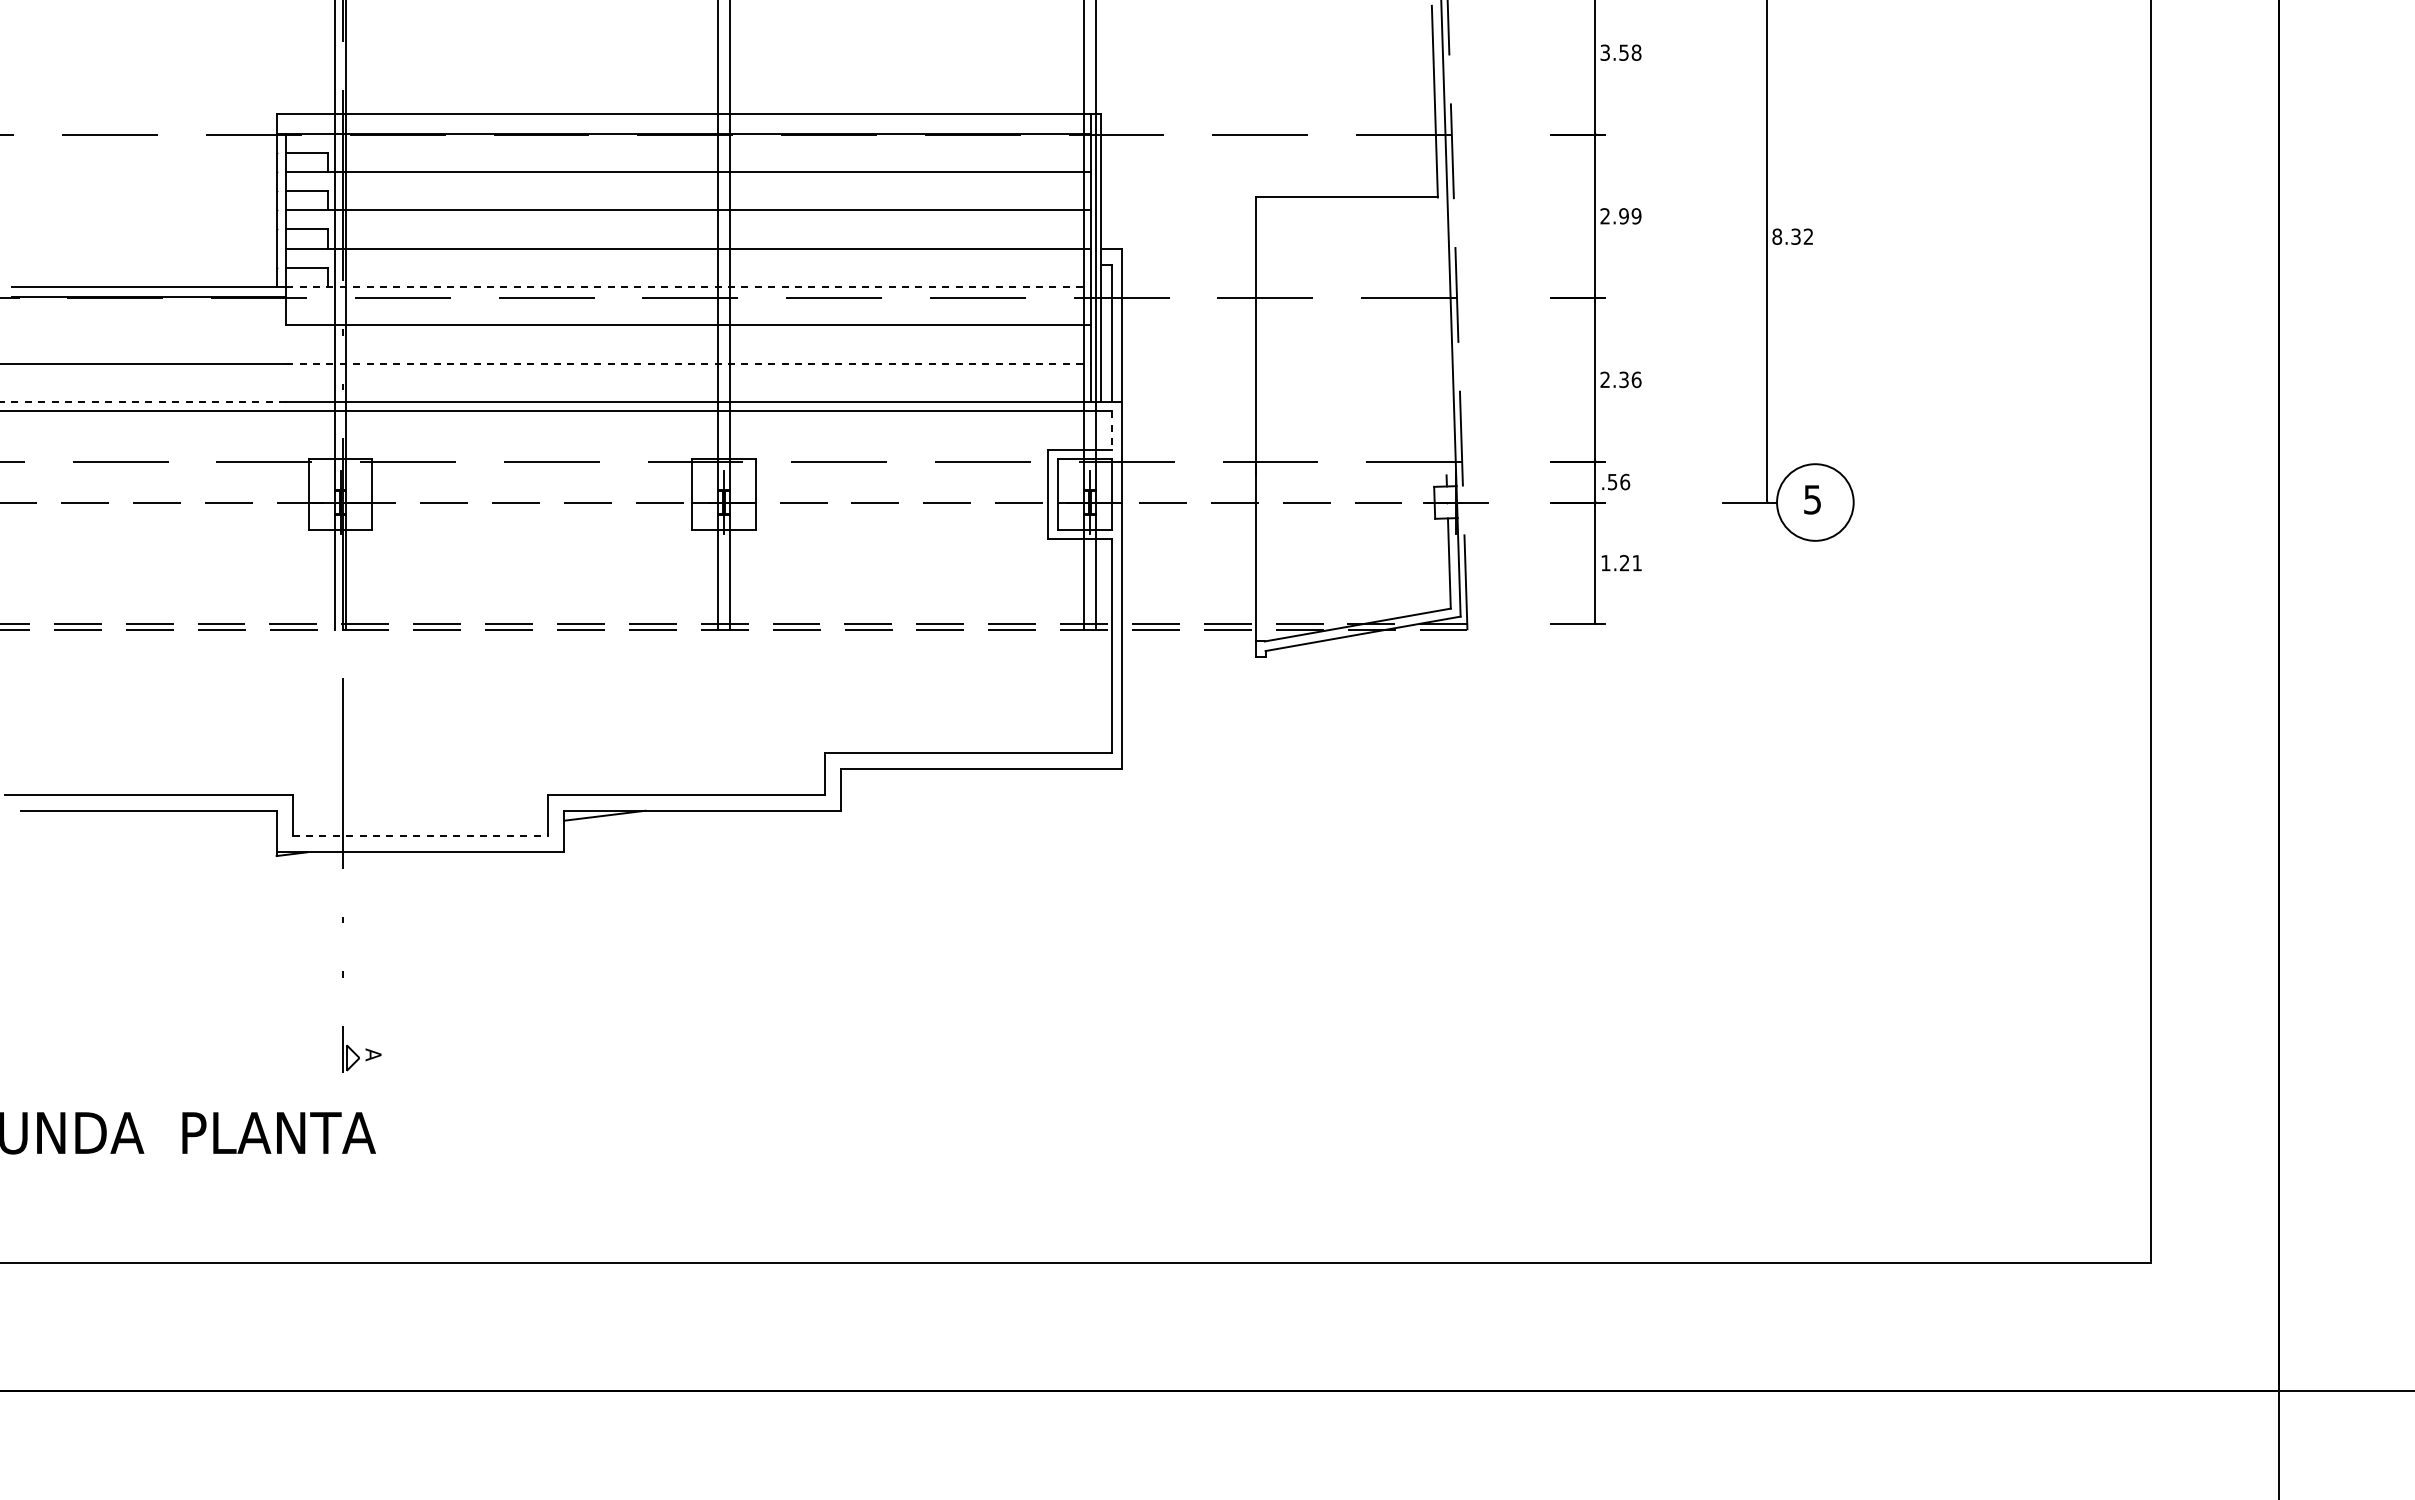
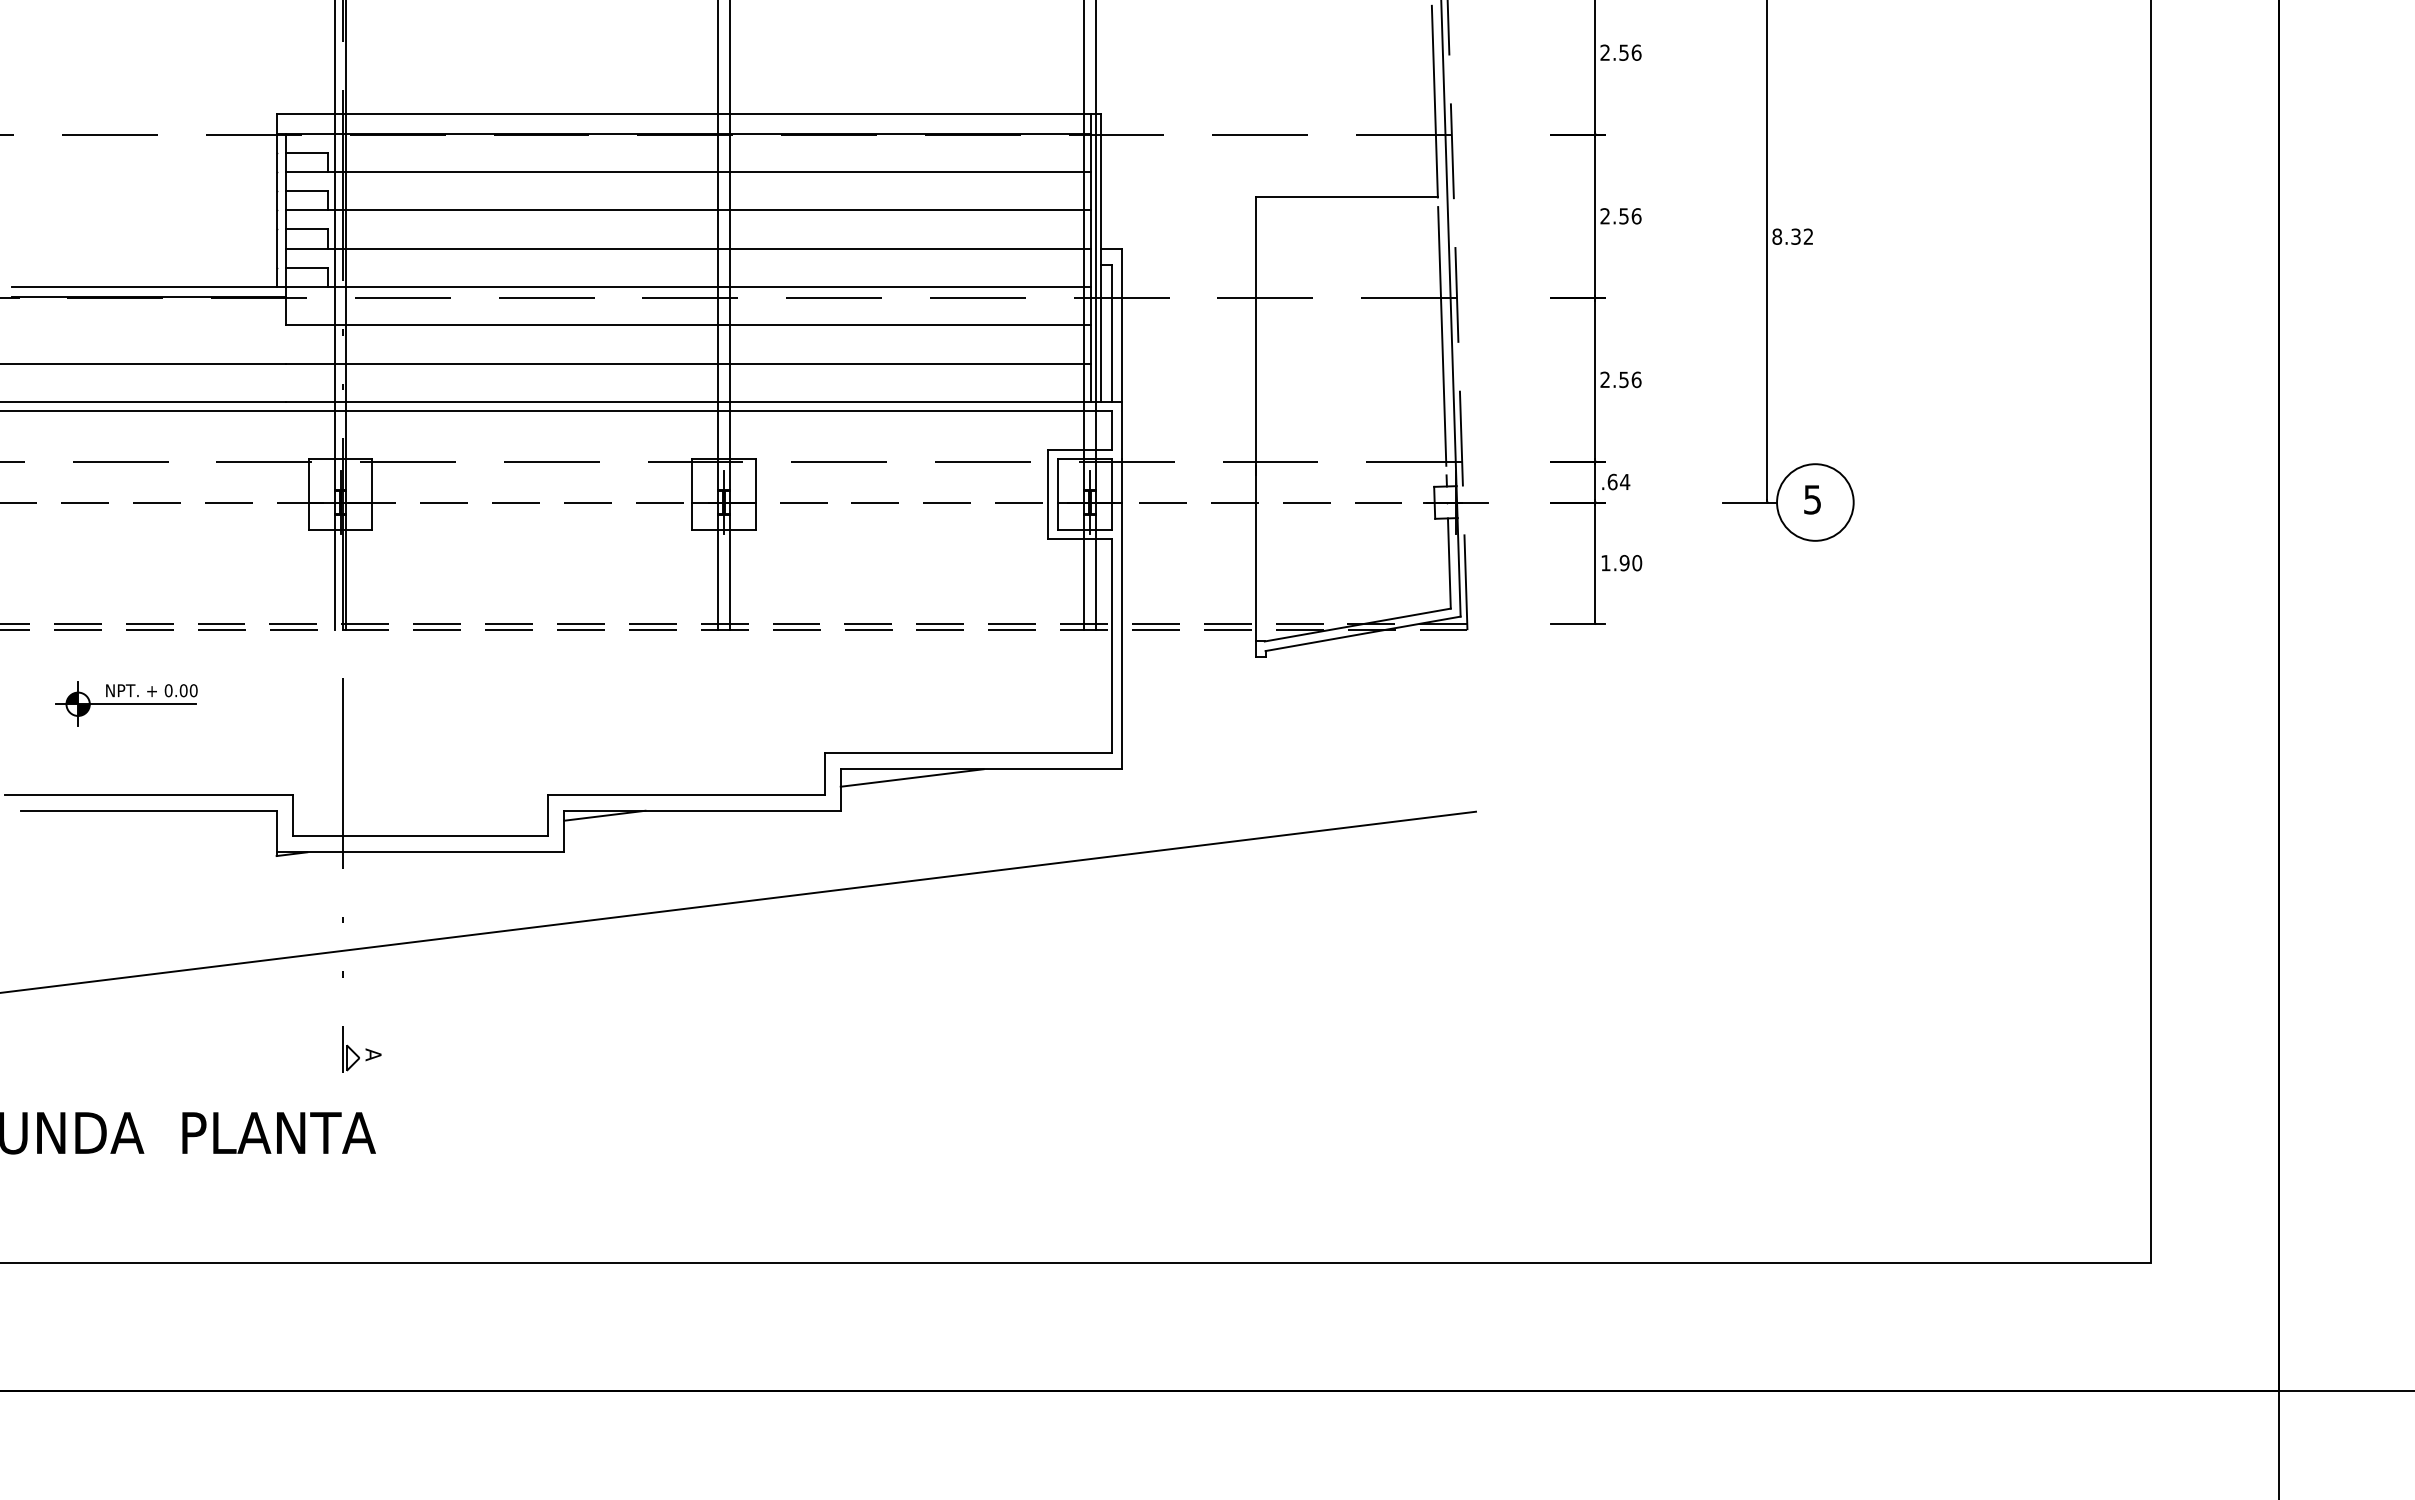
text at (1620, 52): 3.58 -> 2.56
text at (1630, 216): 2.99 -> 2.56
line at (689, 286): dashed -> solid
line at (1442, 336): none -> present
line at (689, 363): dashed -> solid
text at (1623, 379): 2.36 -> 2.56
line at (143, 401): dashed -> solid
line at (1112, 431): dashed -> solid
text at (1618, 481): .56 -> .64
text at (1630, 563): 1.21 -> 1.90
part at (126, 703): none -> present
line at (911, 777): none -> present
line at (420, 836): dashed -> solid
line at (739, 901): none -> present
